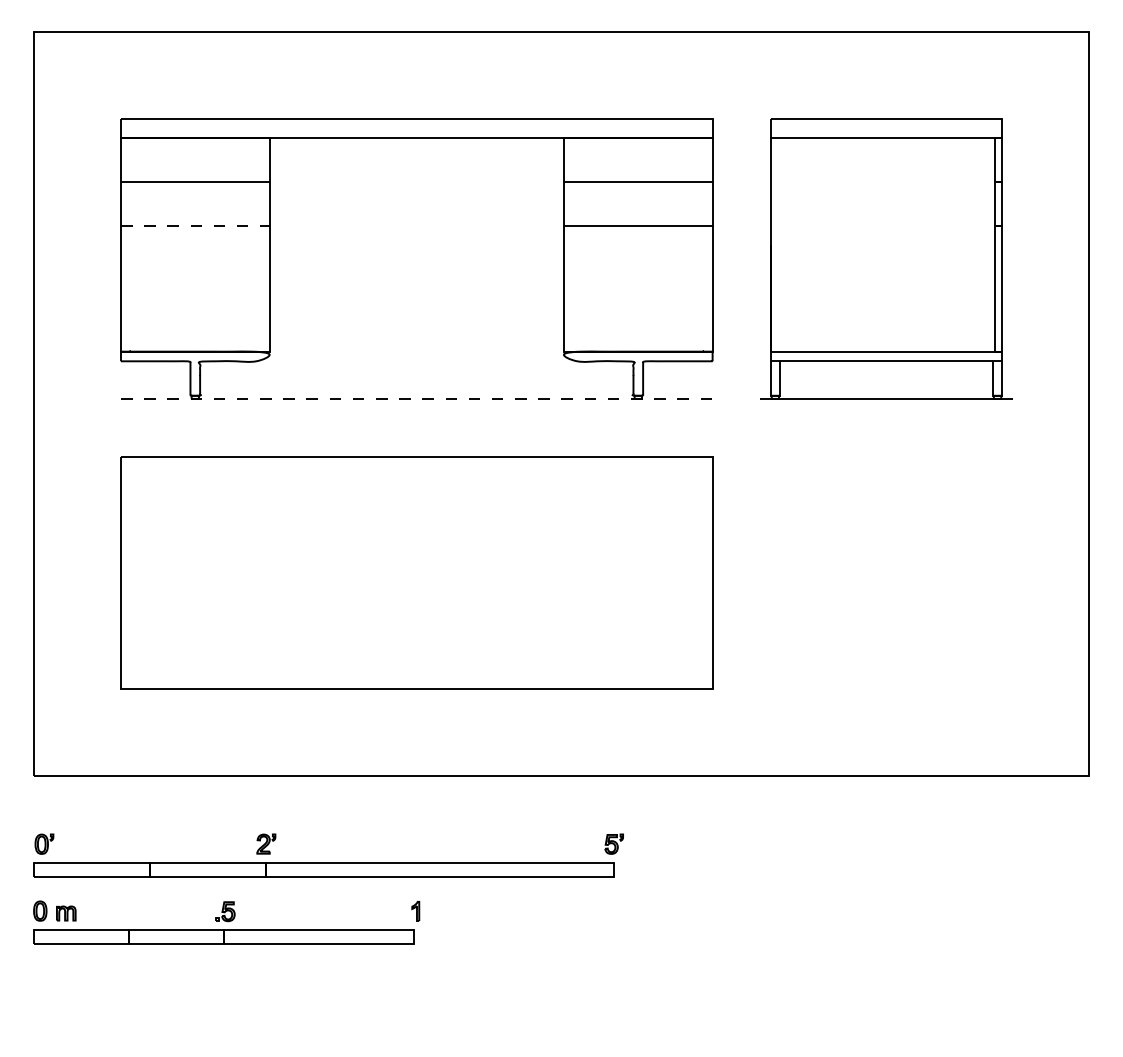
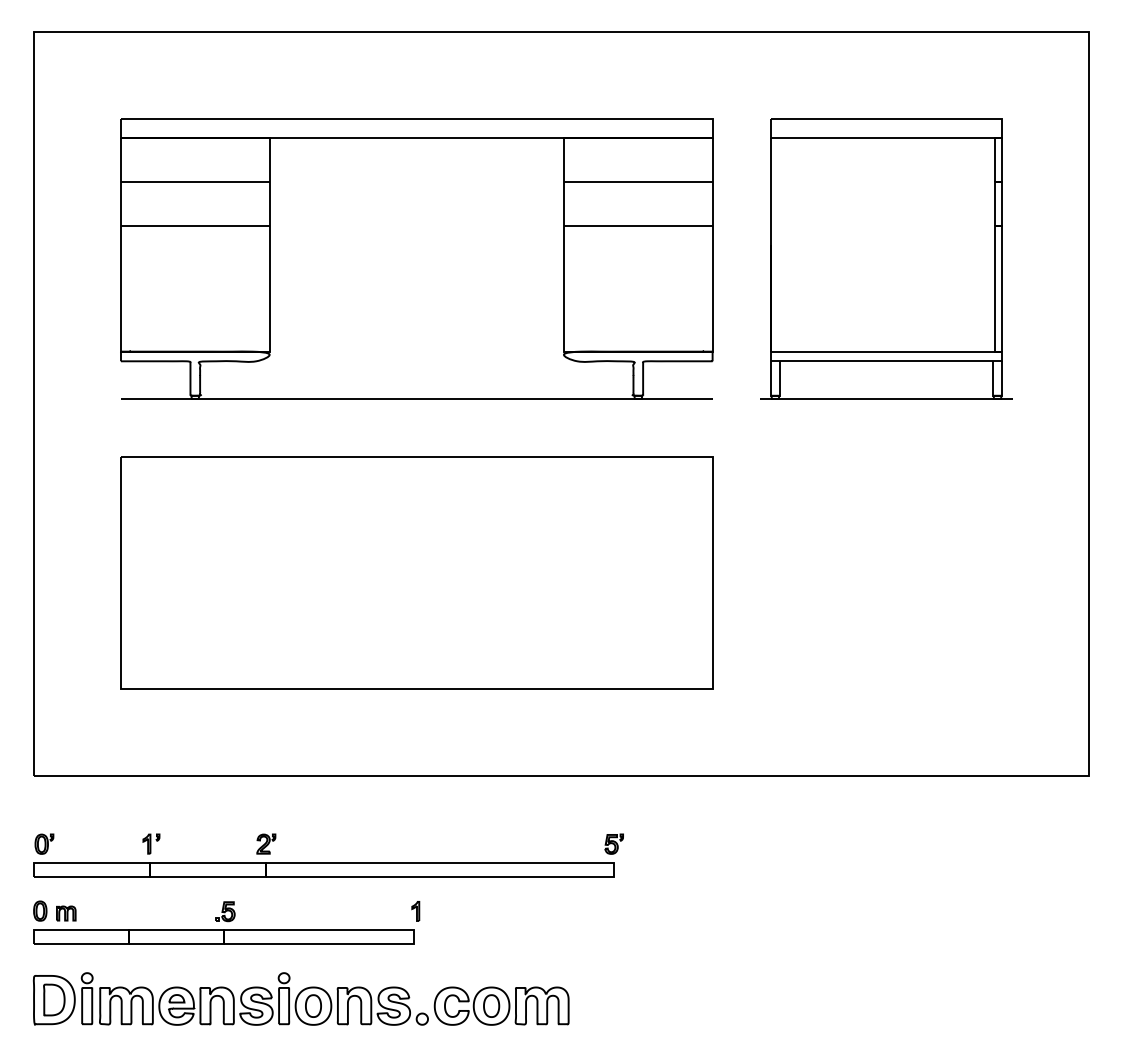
line at (195, 226): dashed -> solid
line at (416, 398): dashed -> solid
part at (151, 843): none -> present
part at (301, 998): none -> present
